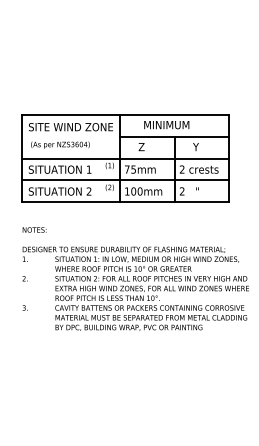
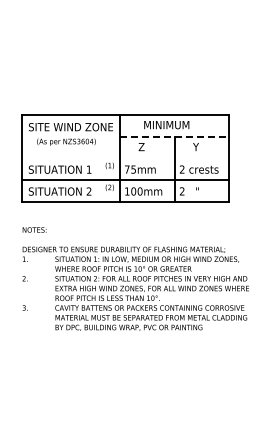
line at (174, 136): solid -> dashed
text at (60, 144) position: (60, 144) -> (66, 141)
line at (125, 158): present -> none
